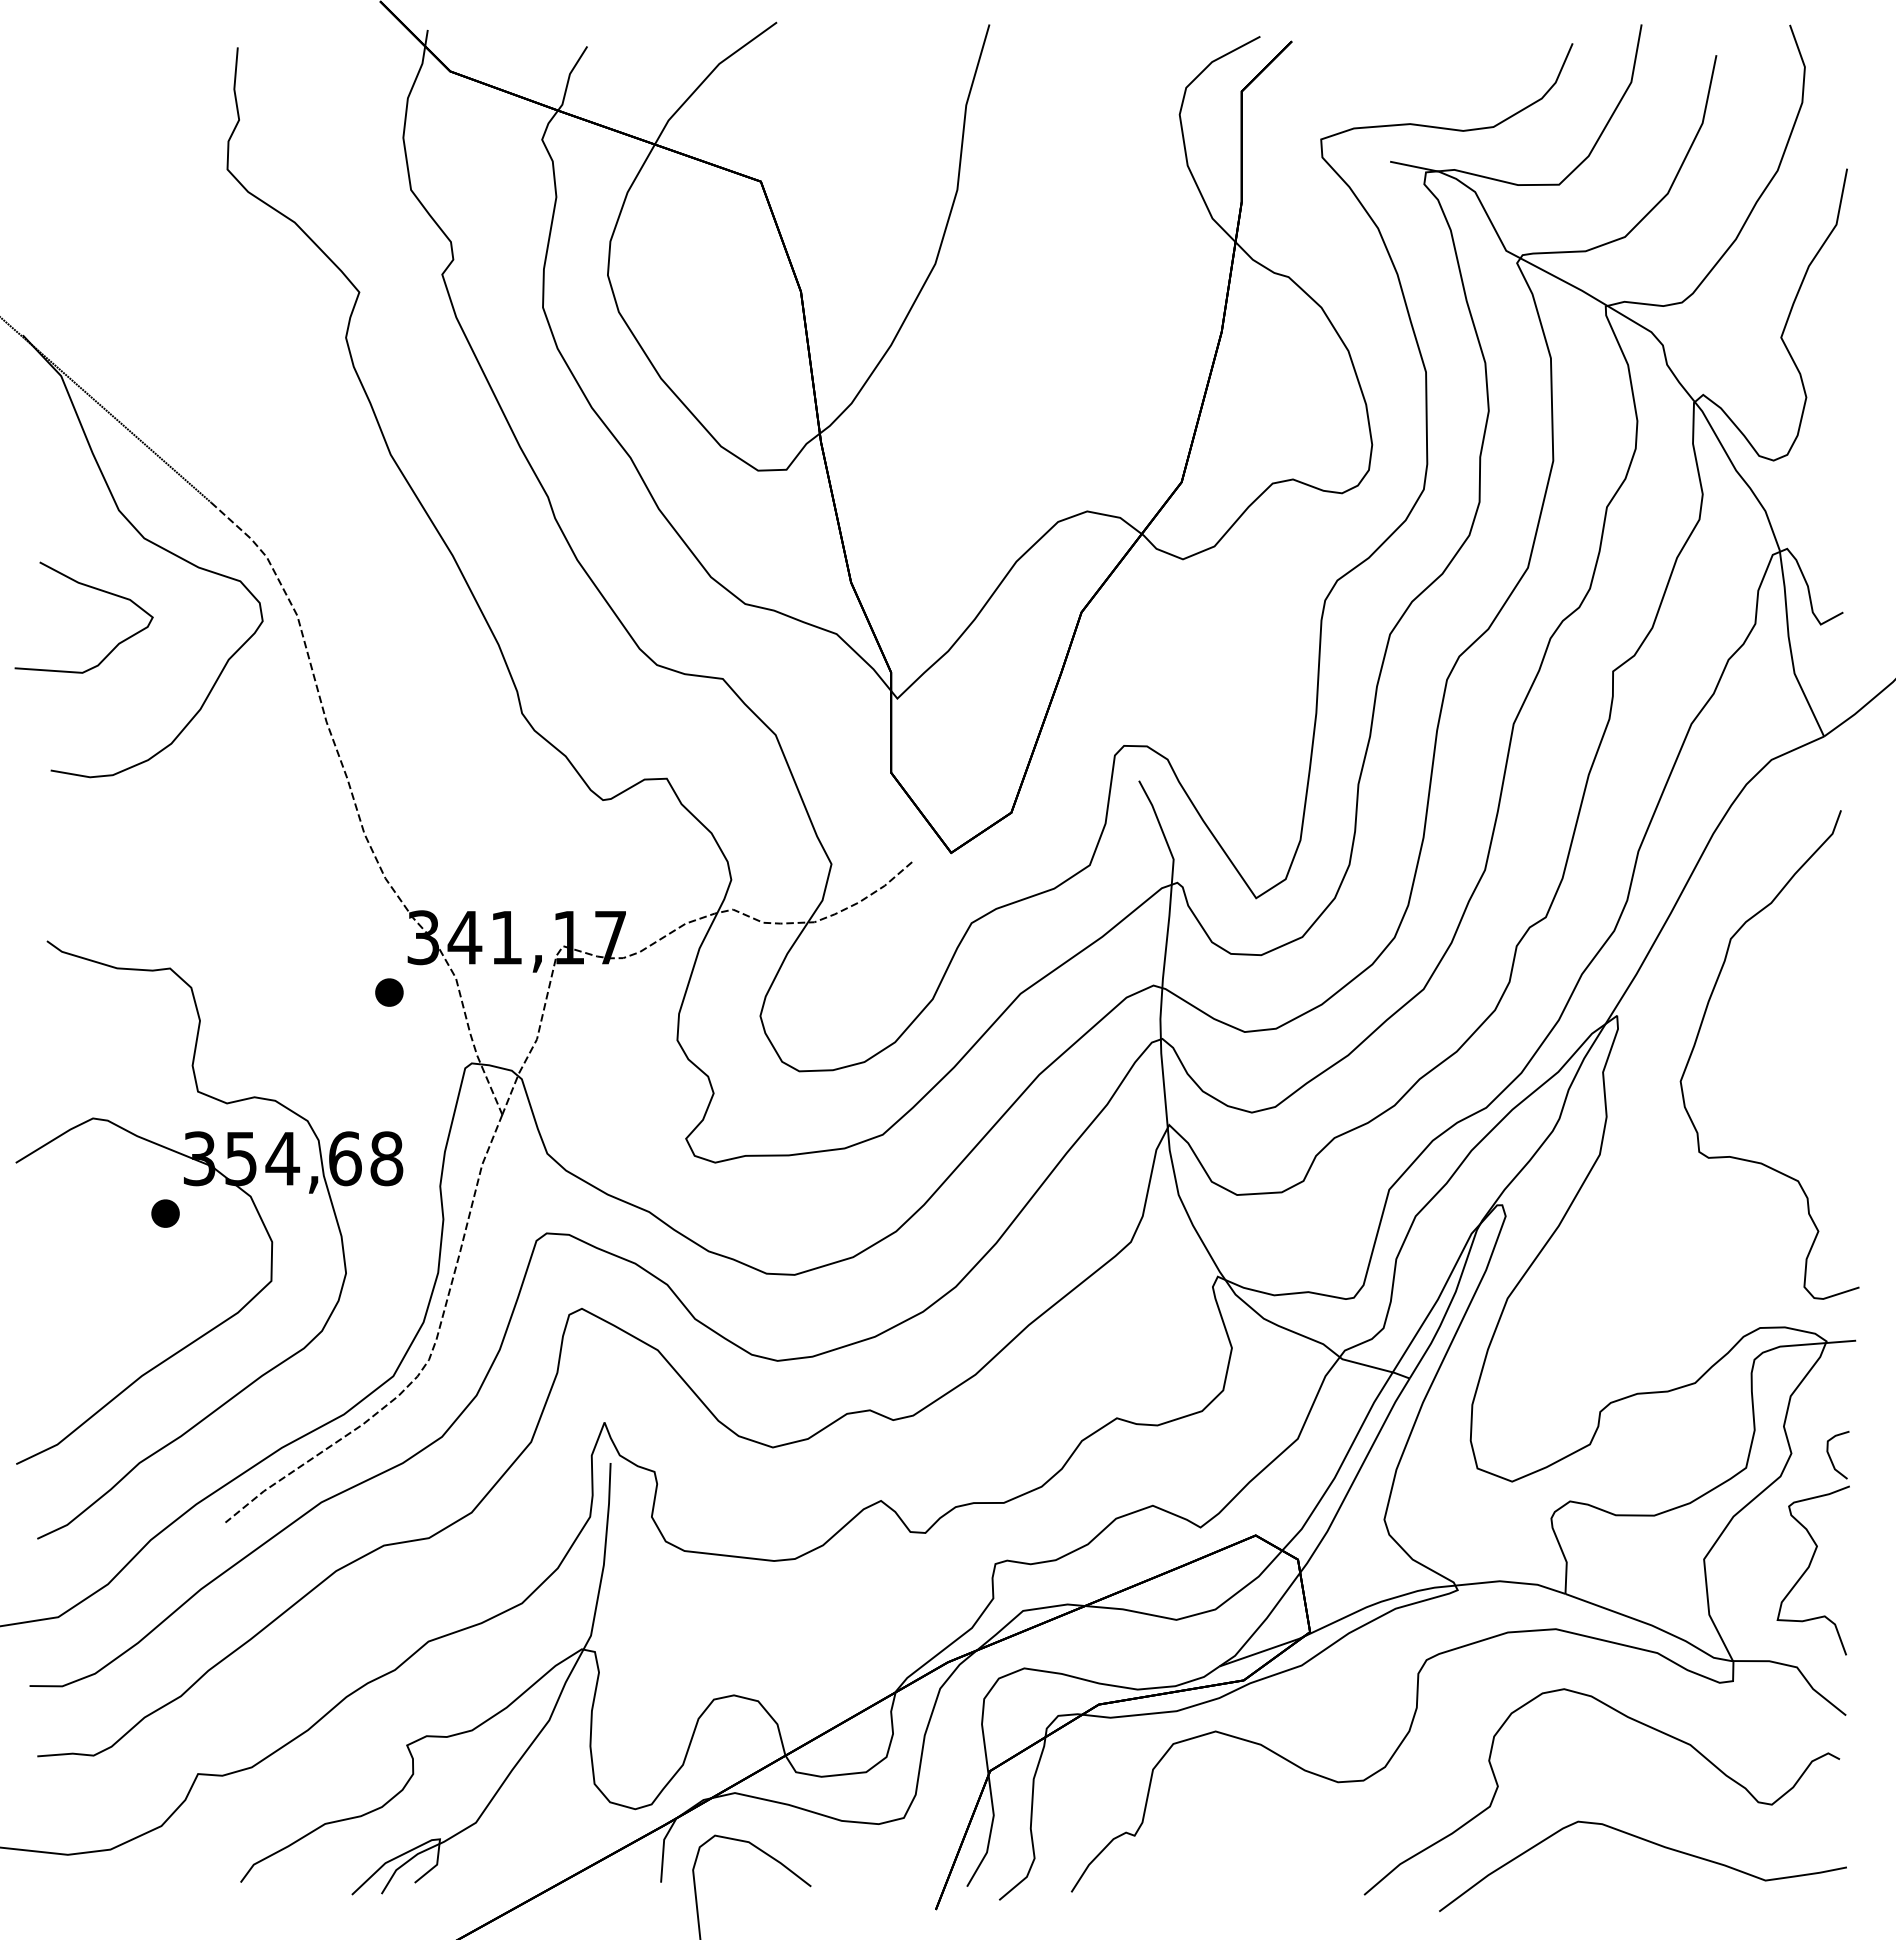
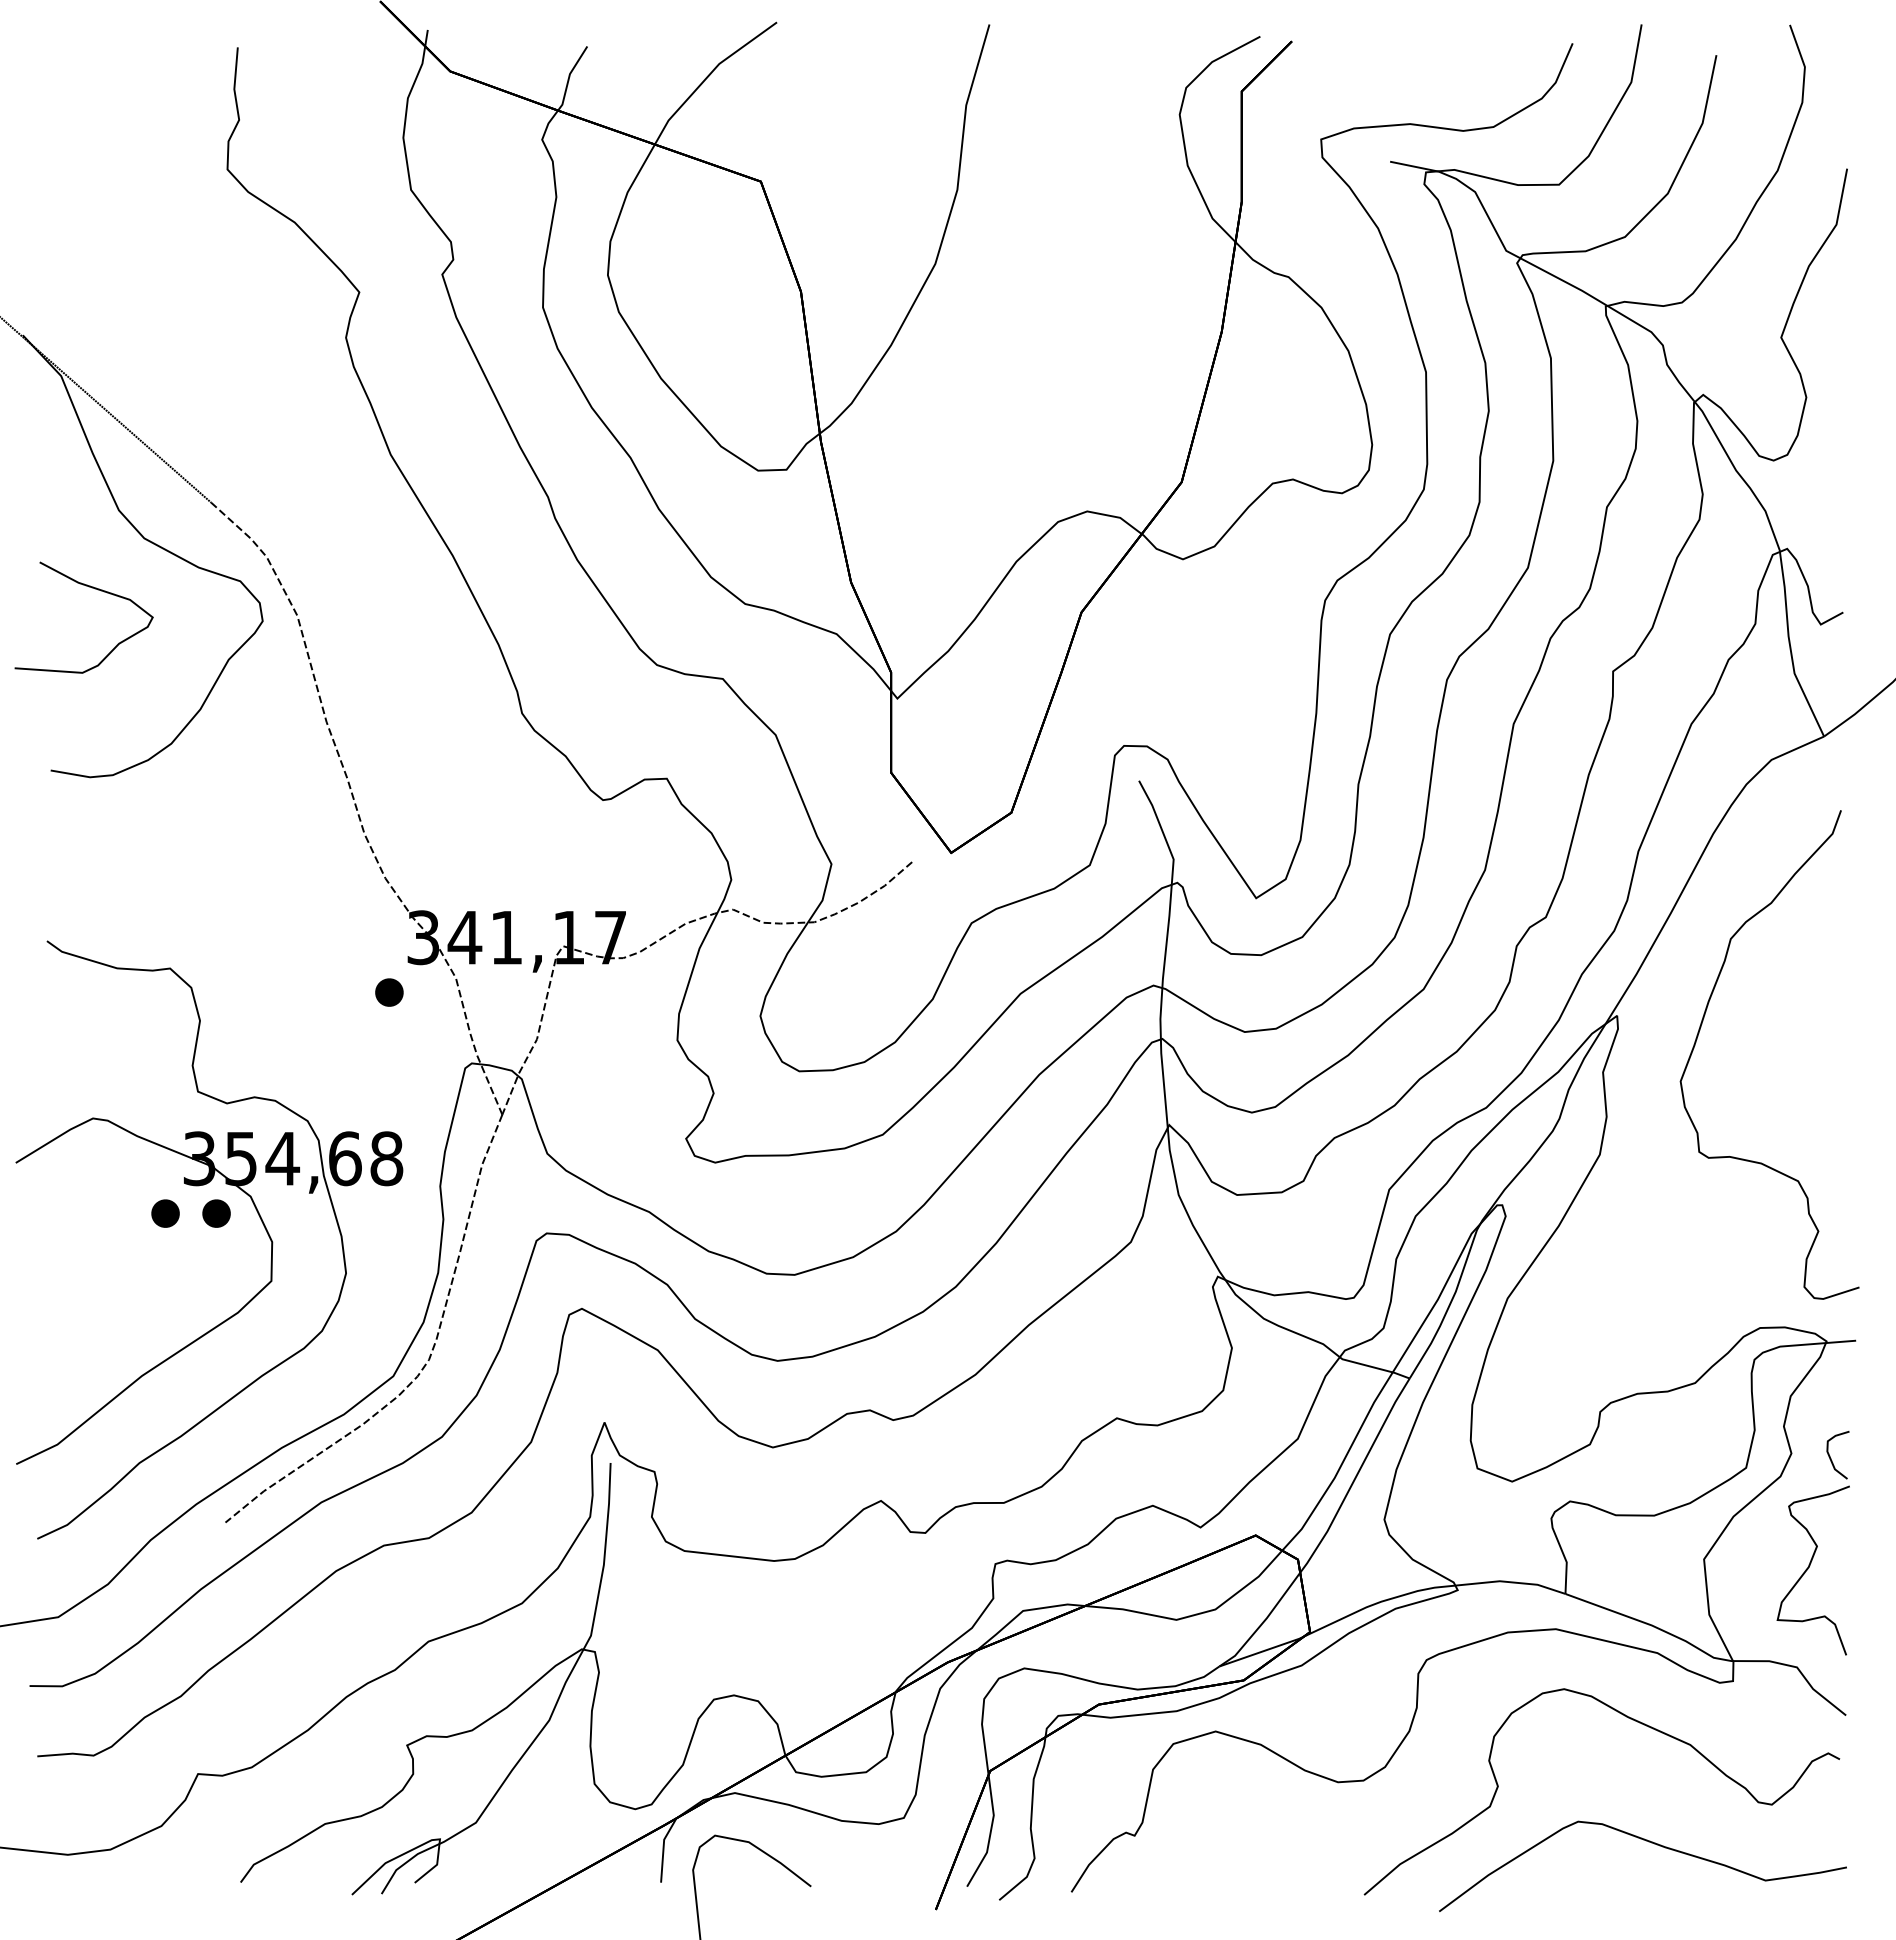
part at (216, 1213): none -> present
